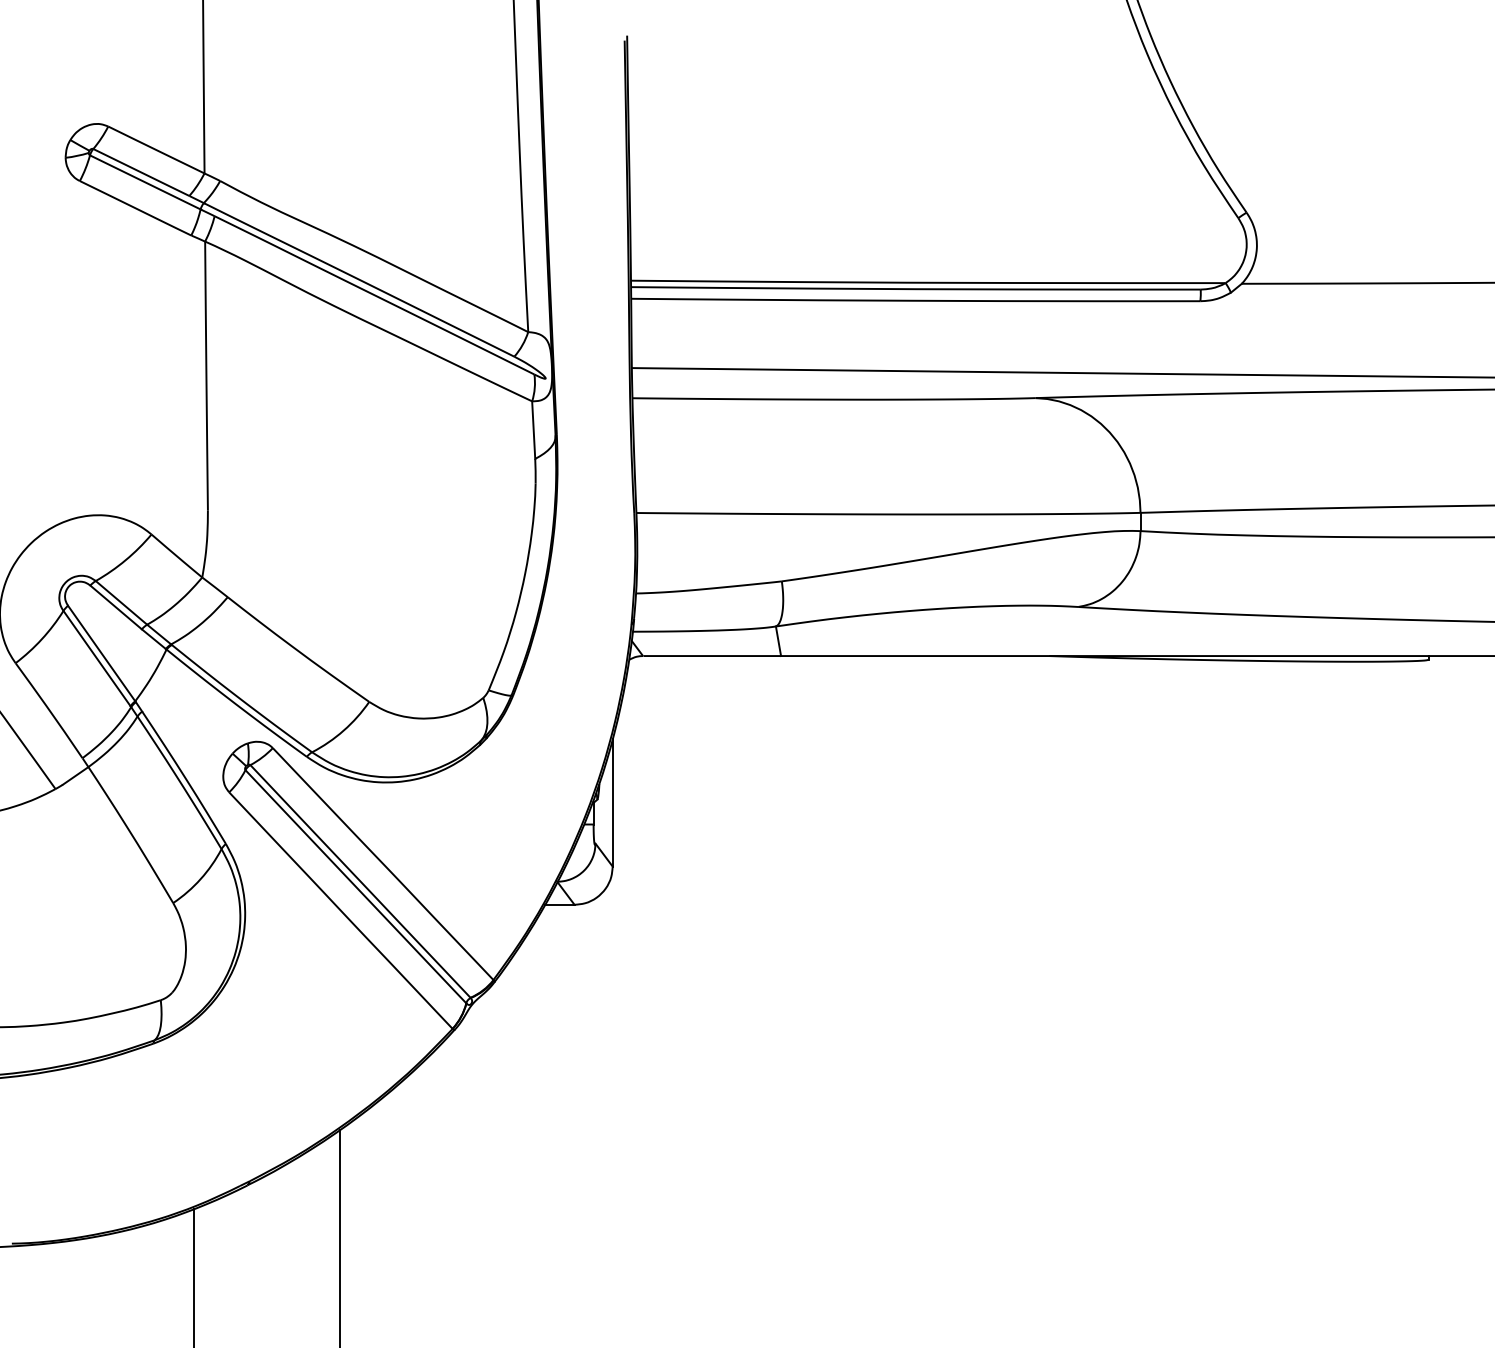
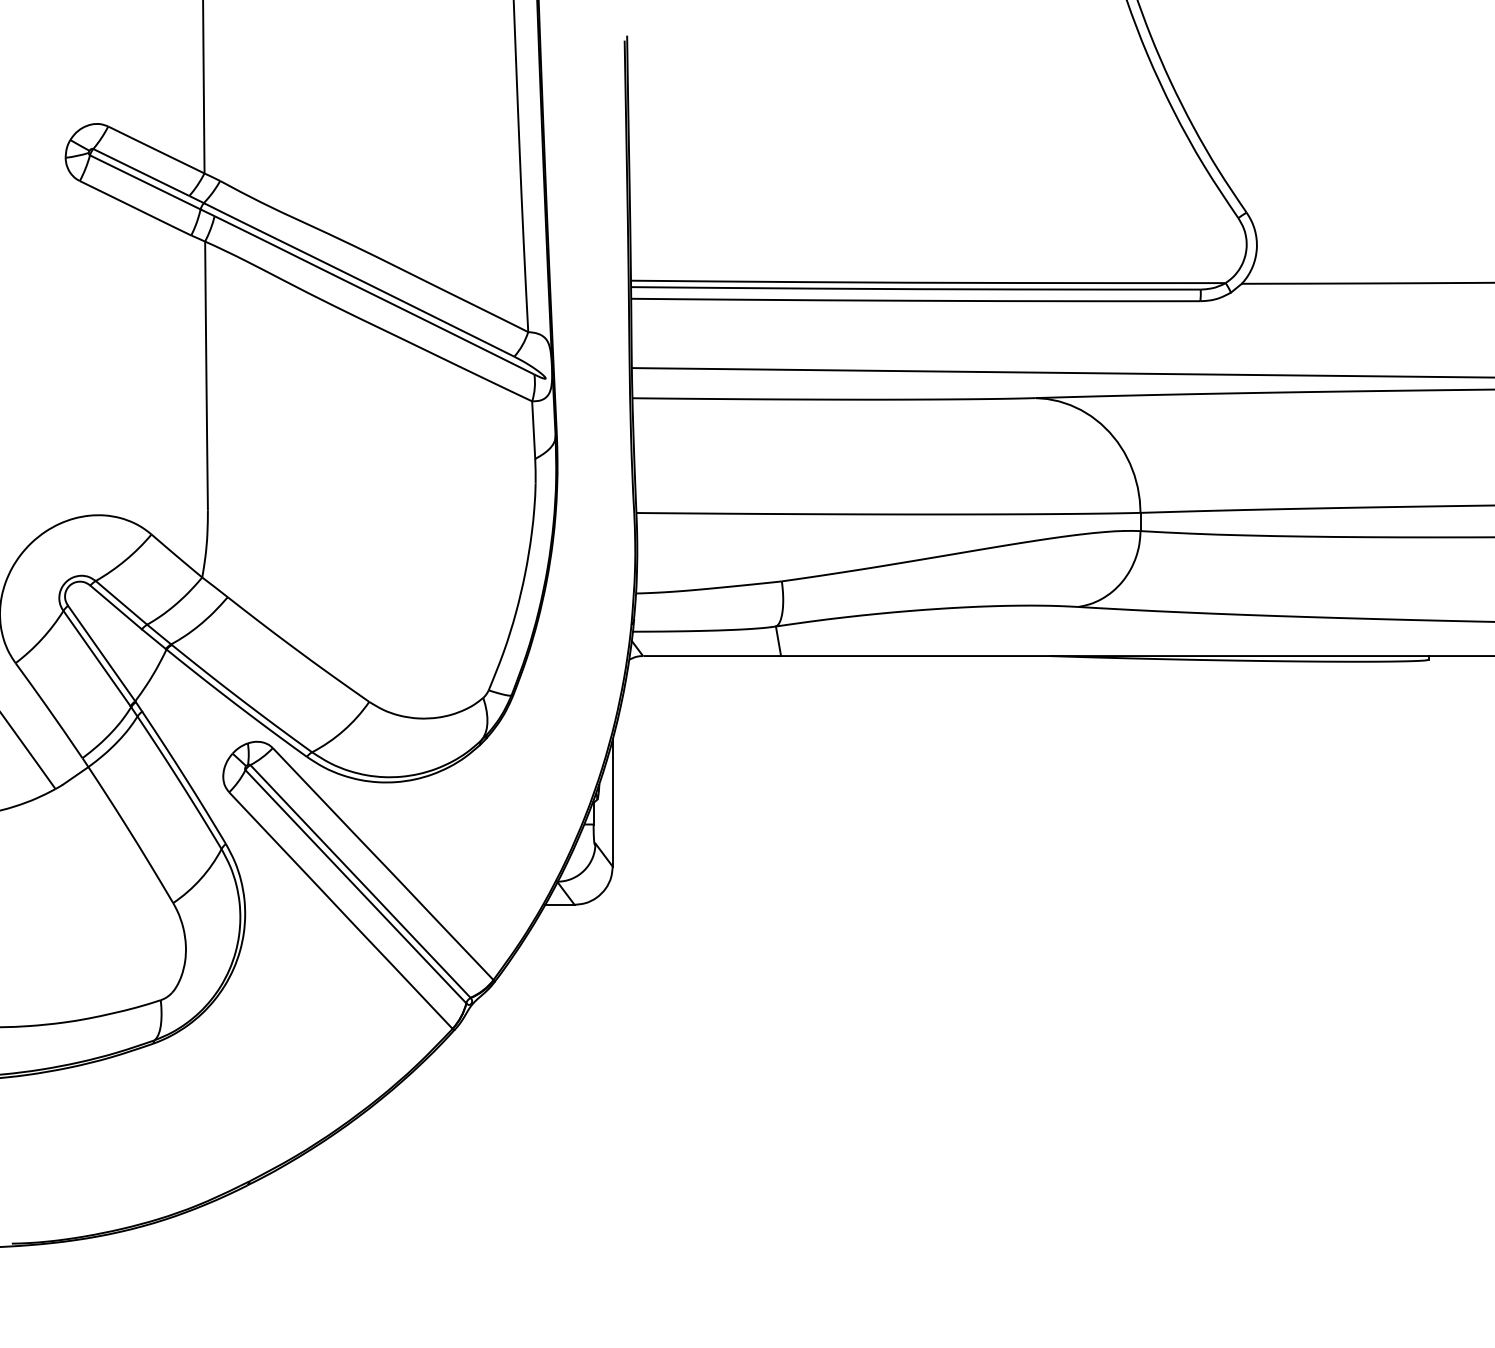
line at (340, 1237): present -> none
line at (194, 1276): present -> none
